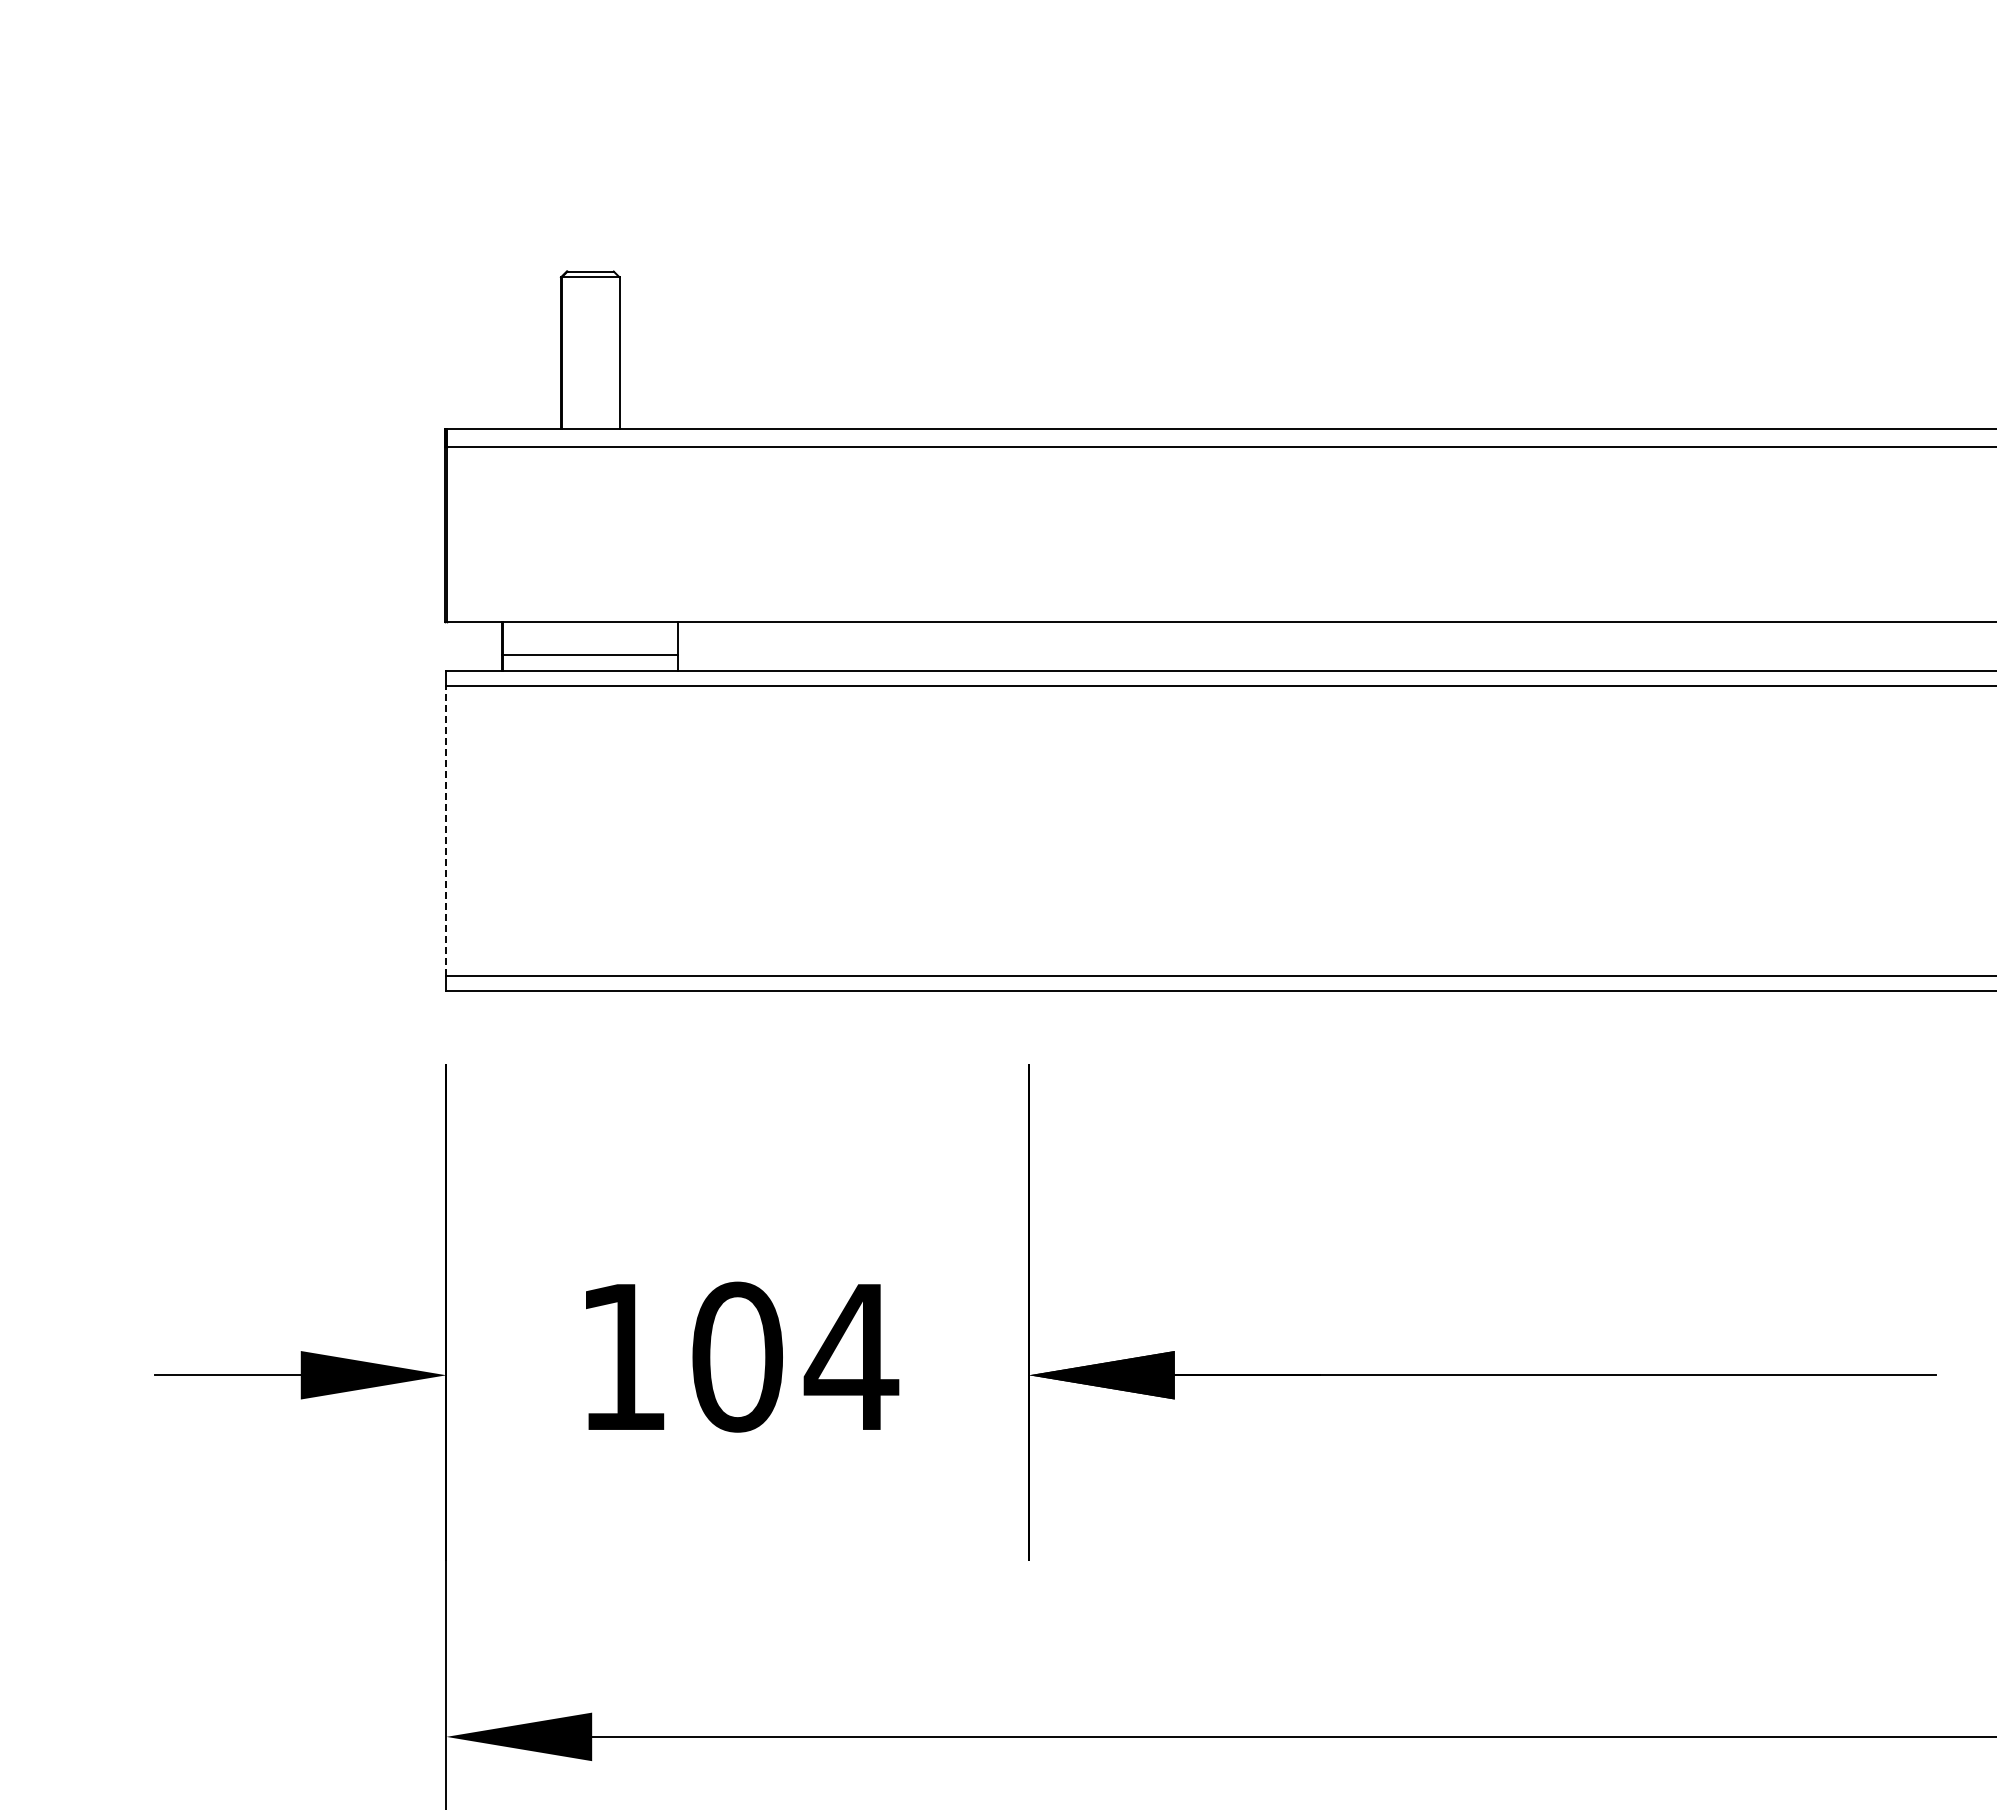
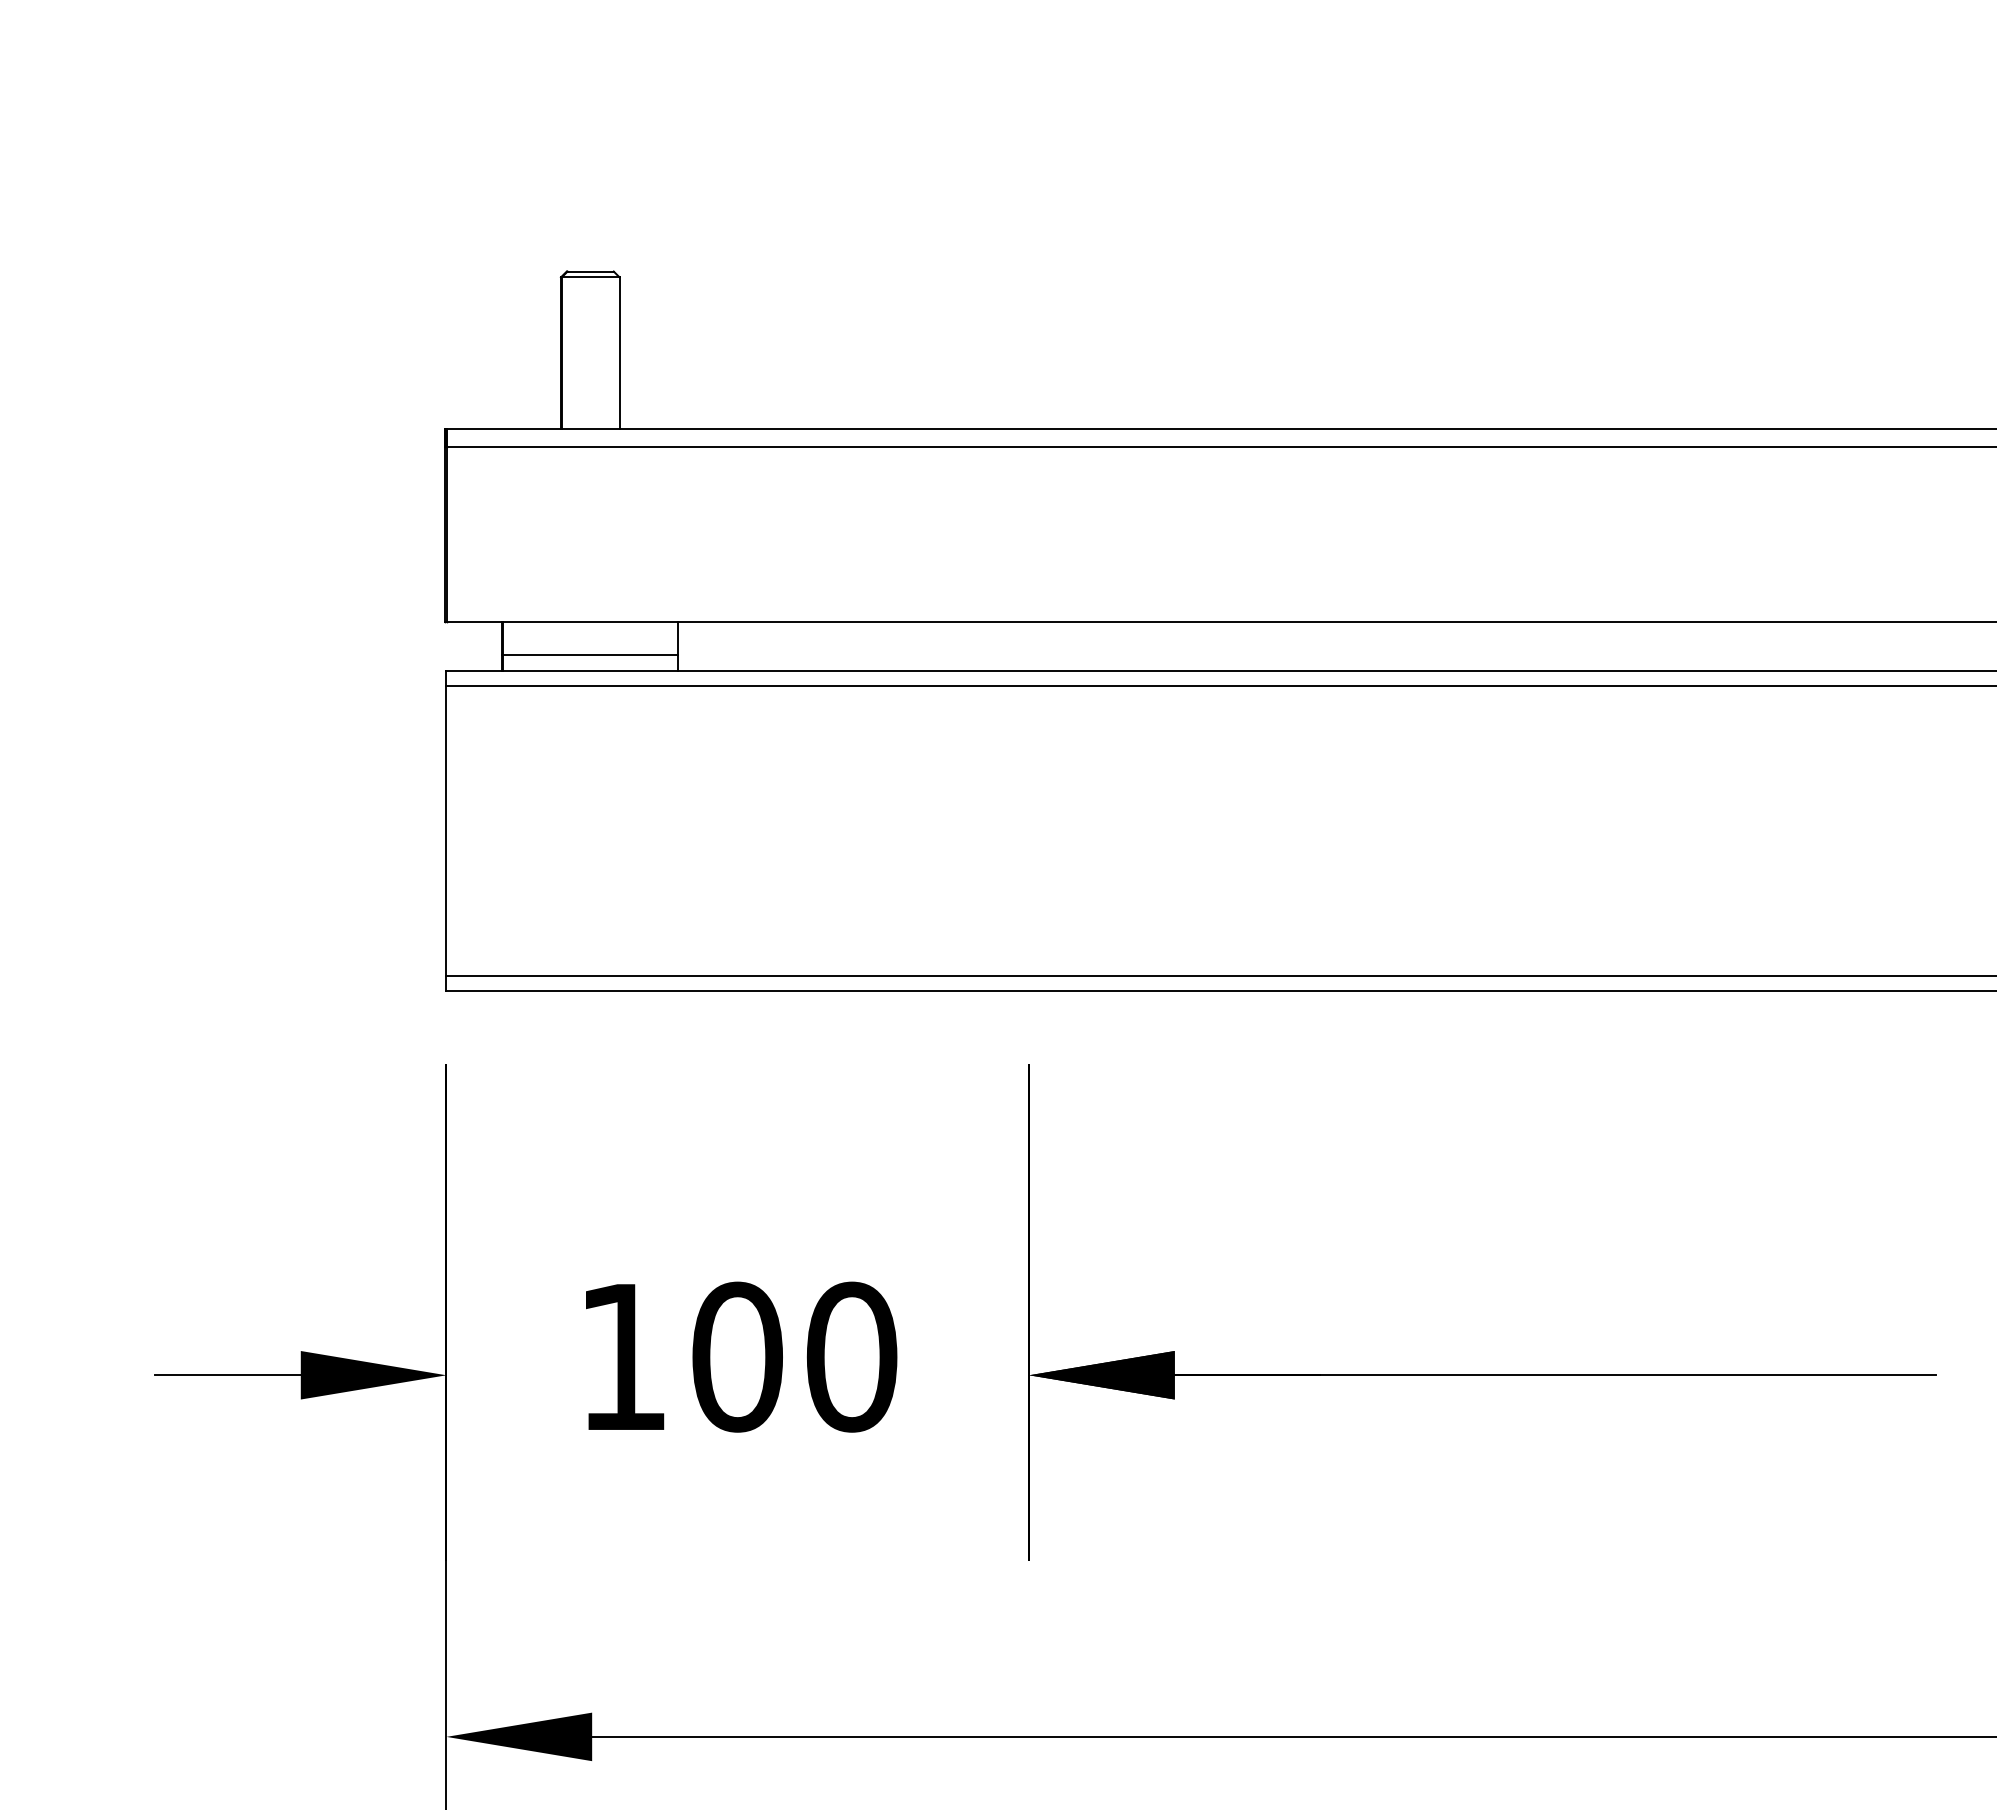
line at (446, 830): dashed -> solid
text at (851, 1356): 104 -> 100
